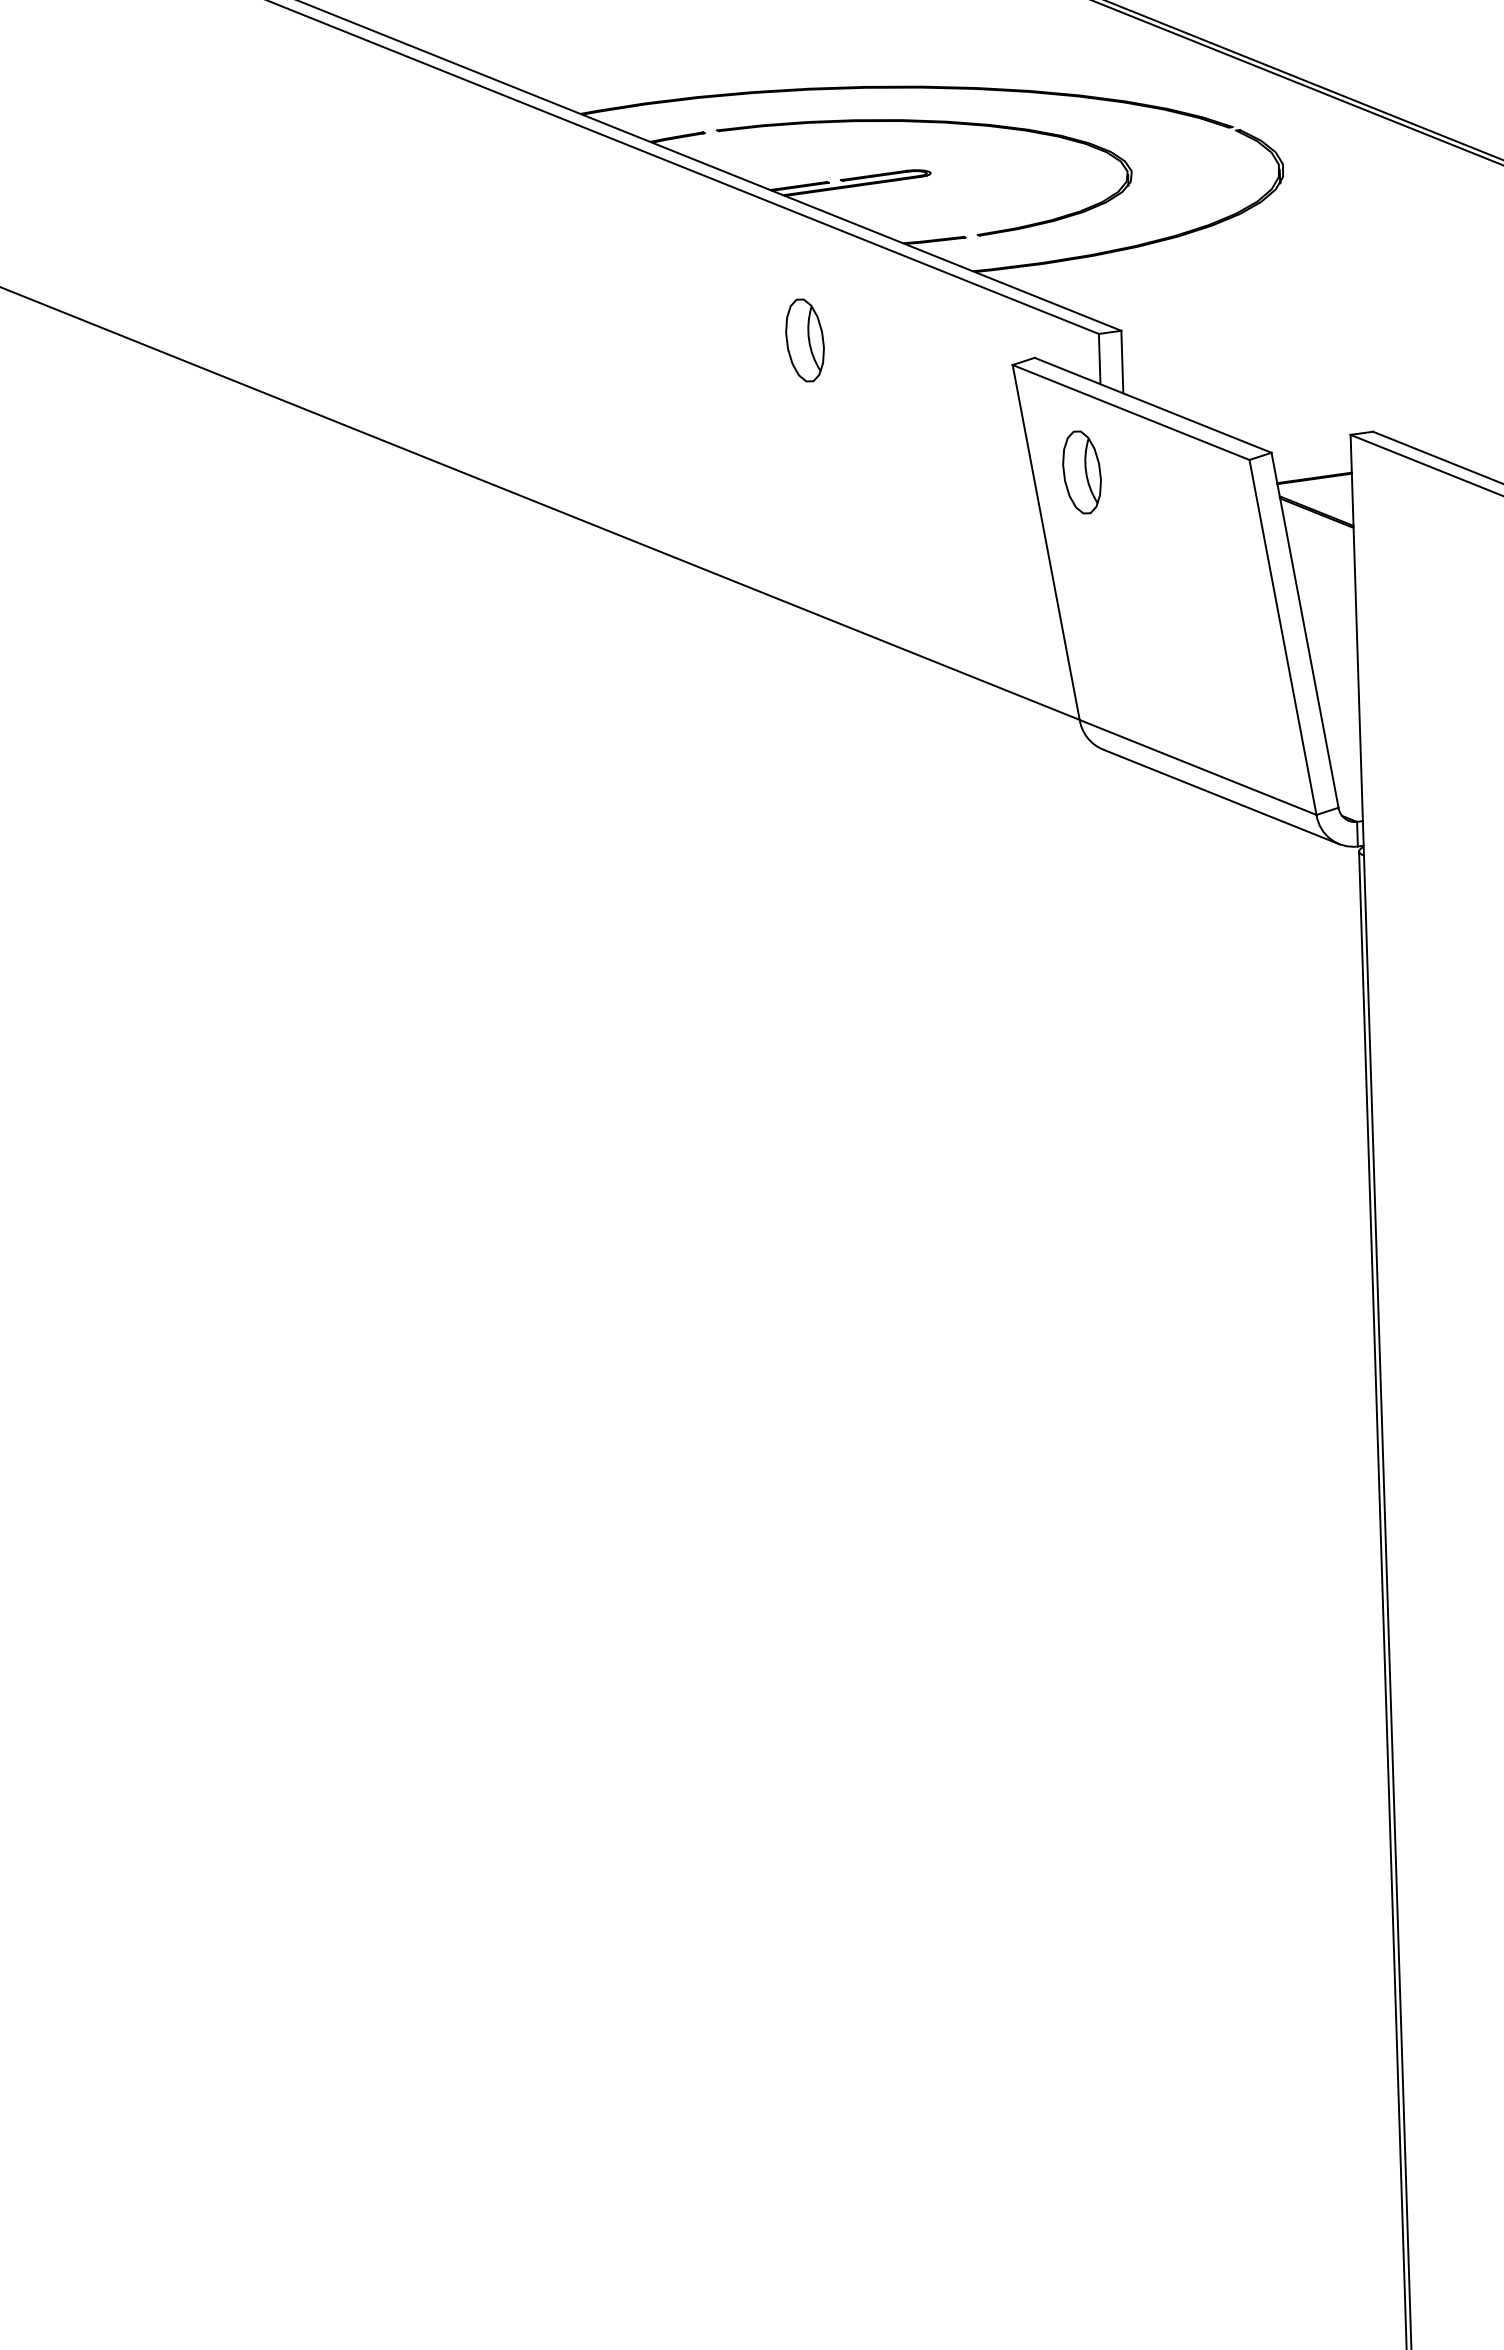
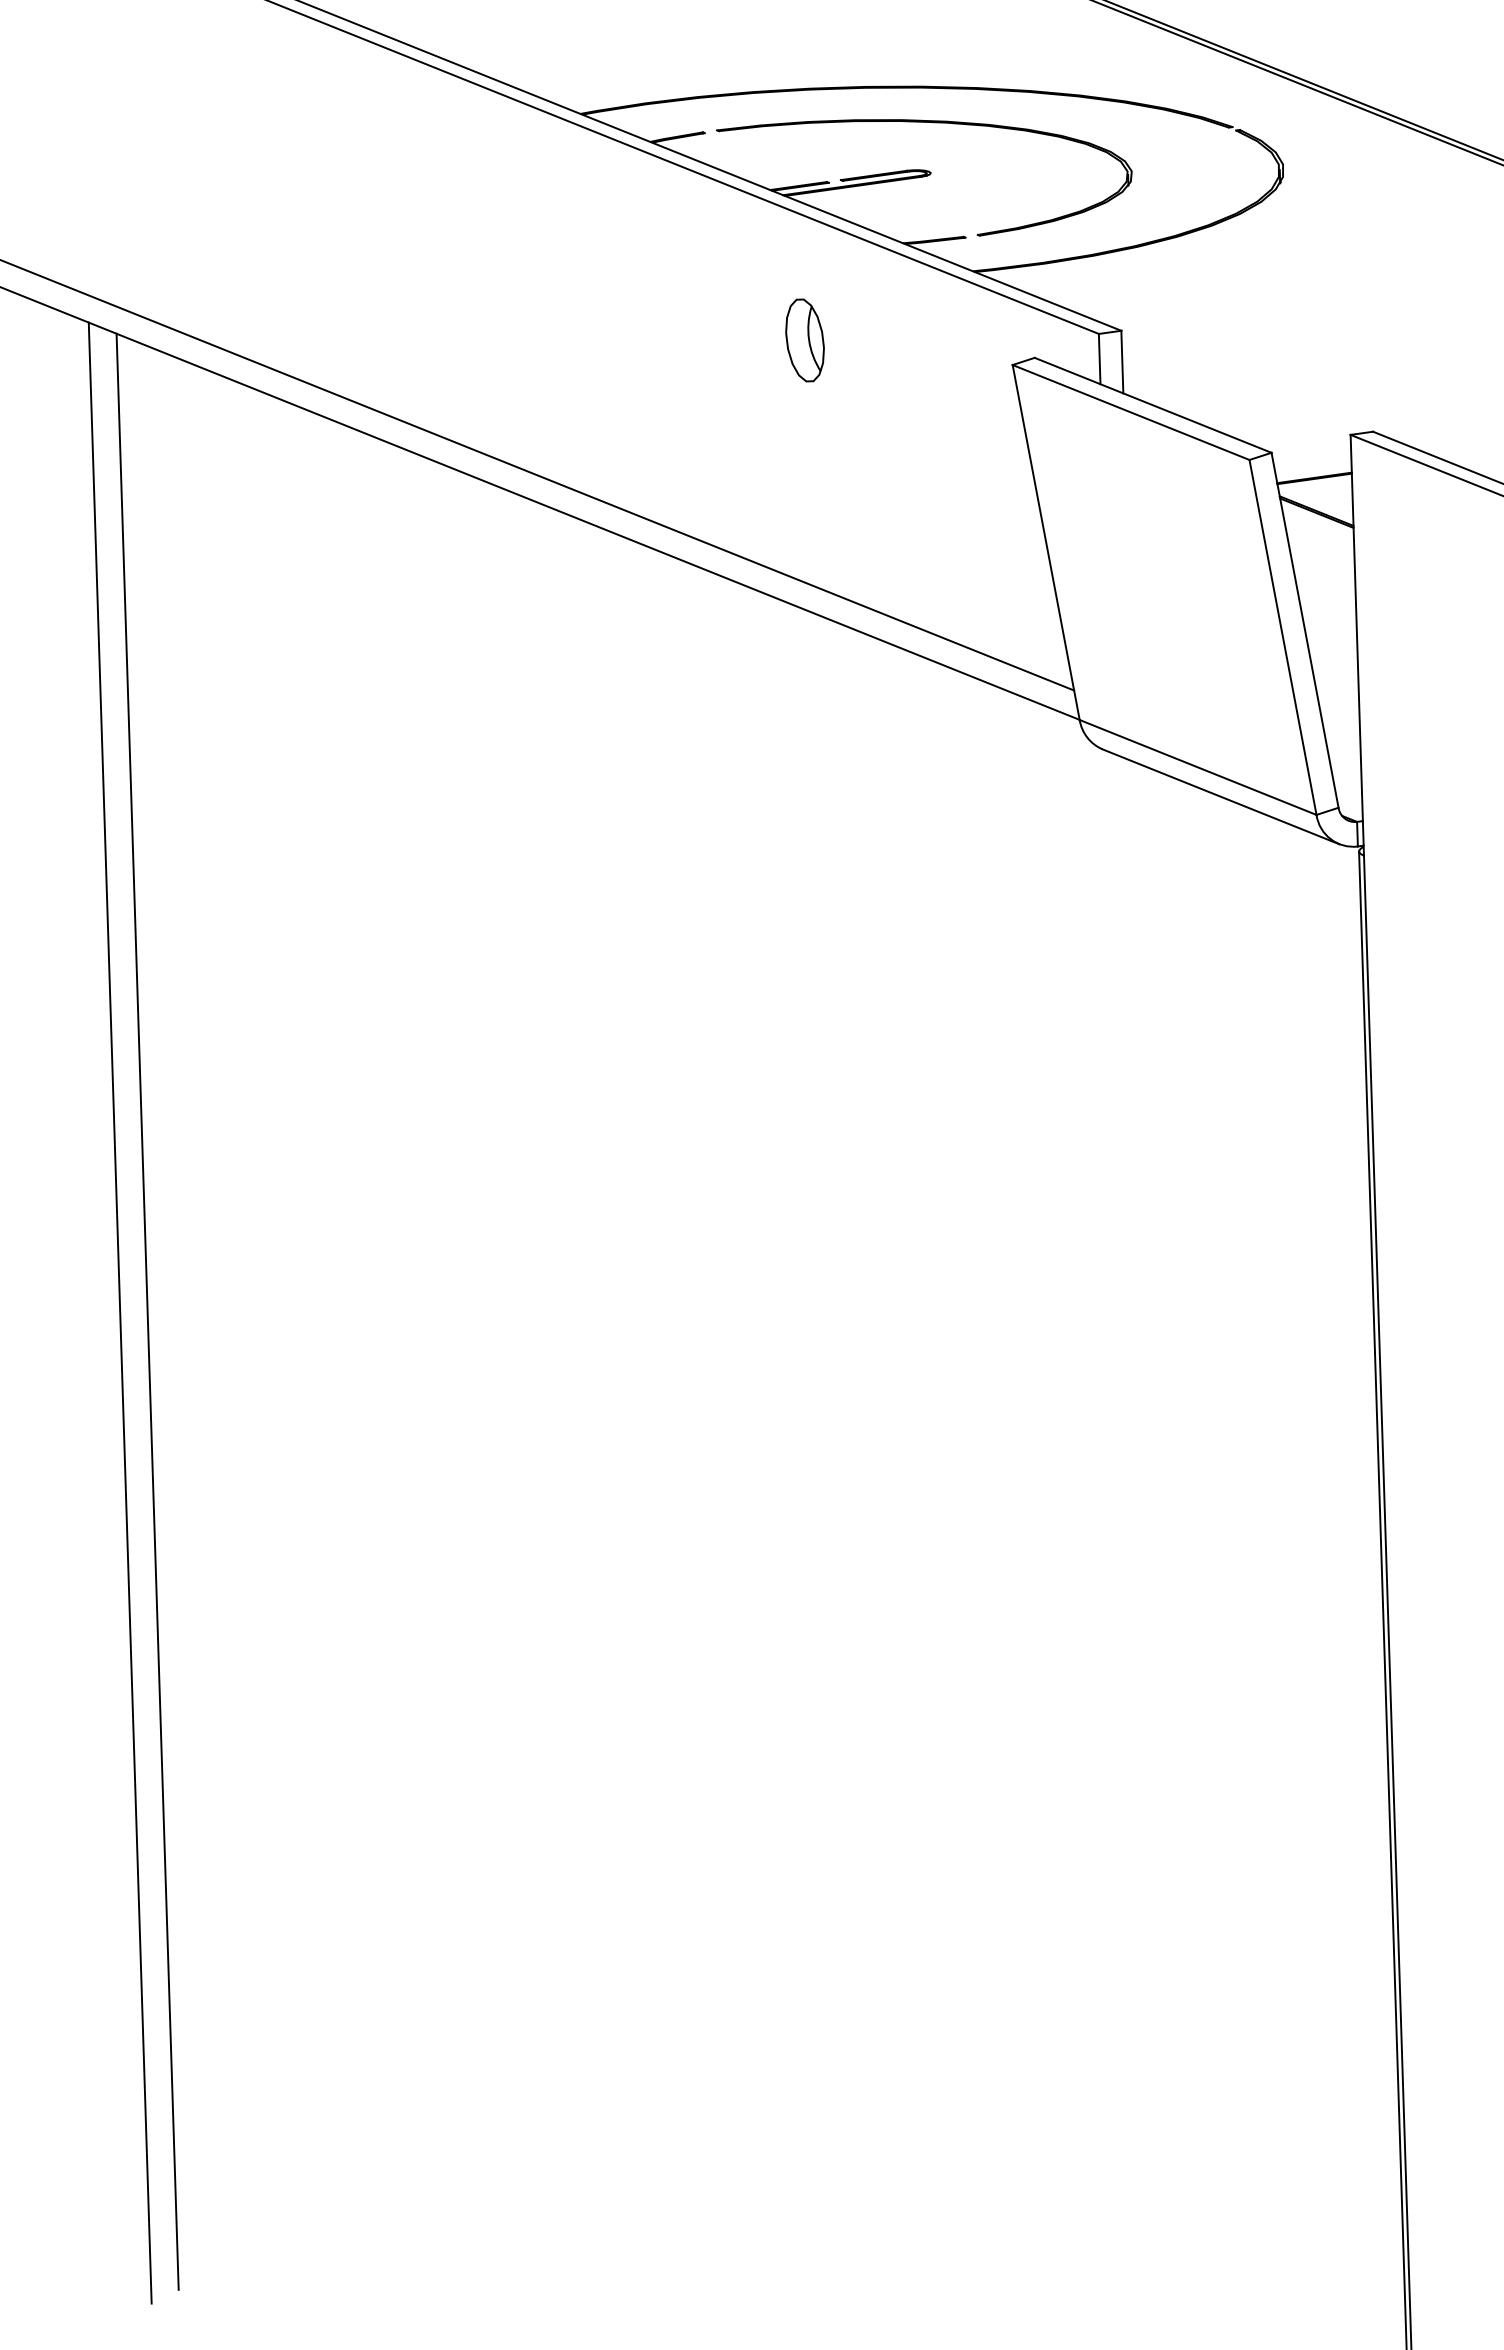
part at (1081, 472): present -> none
line at (538, 475): none -> present
line at (147, 1311): none -> present
line at (119, 1312): none -> present
